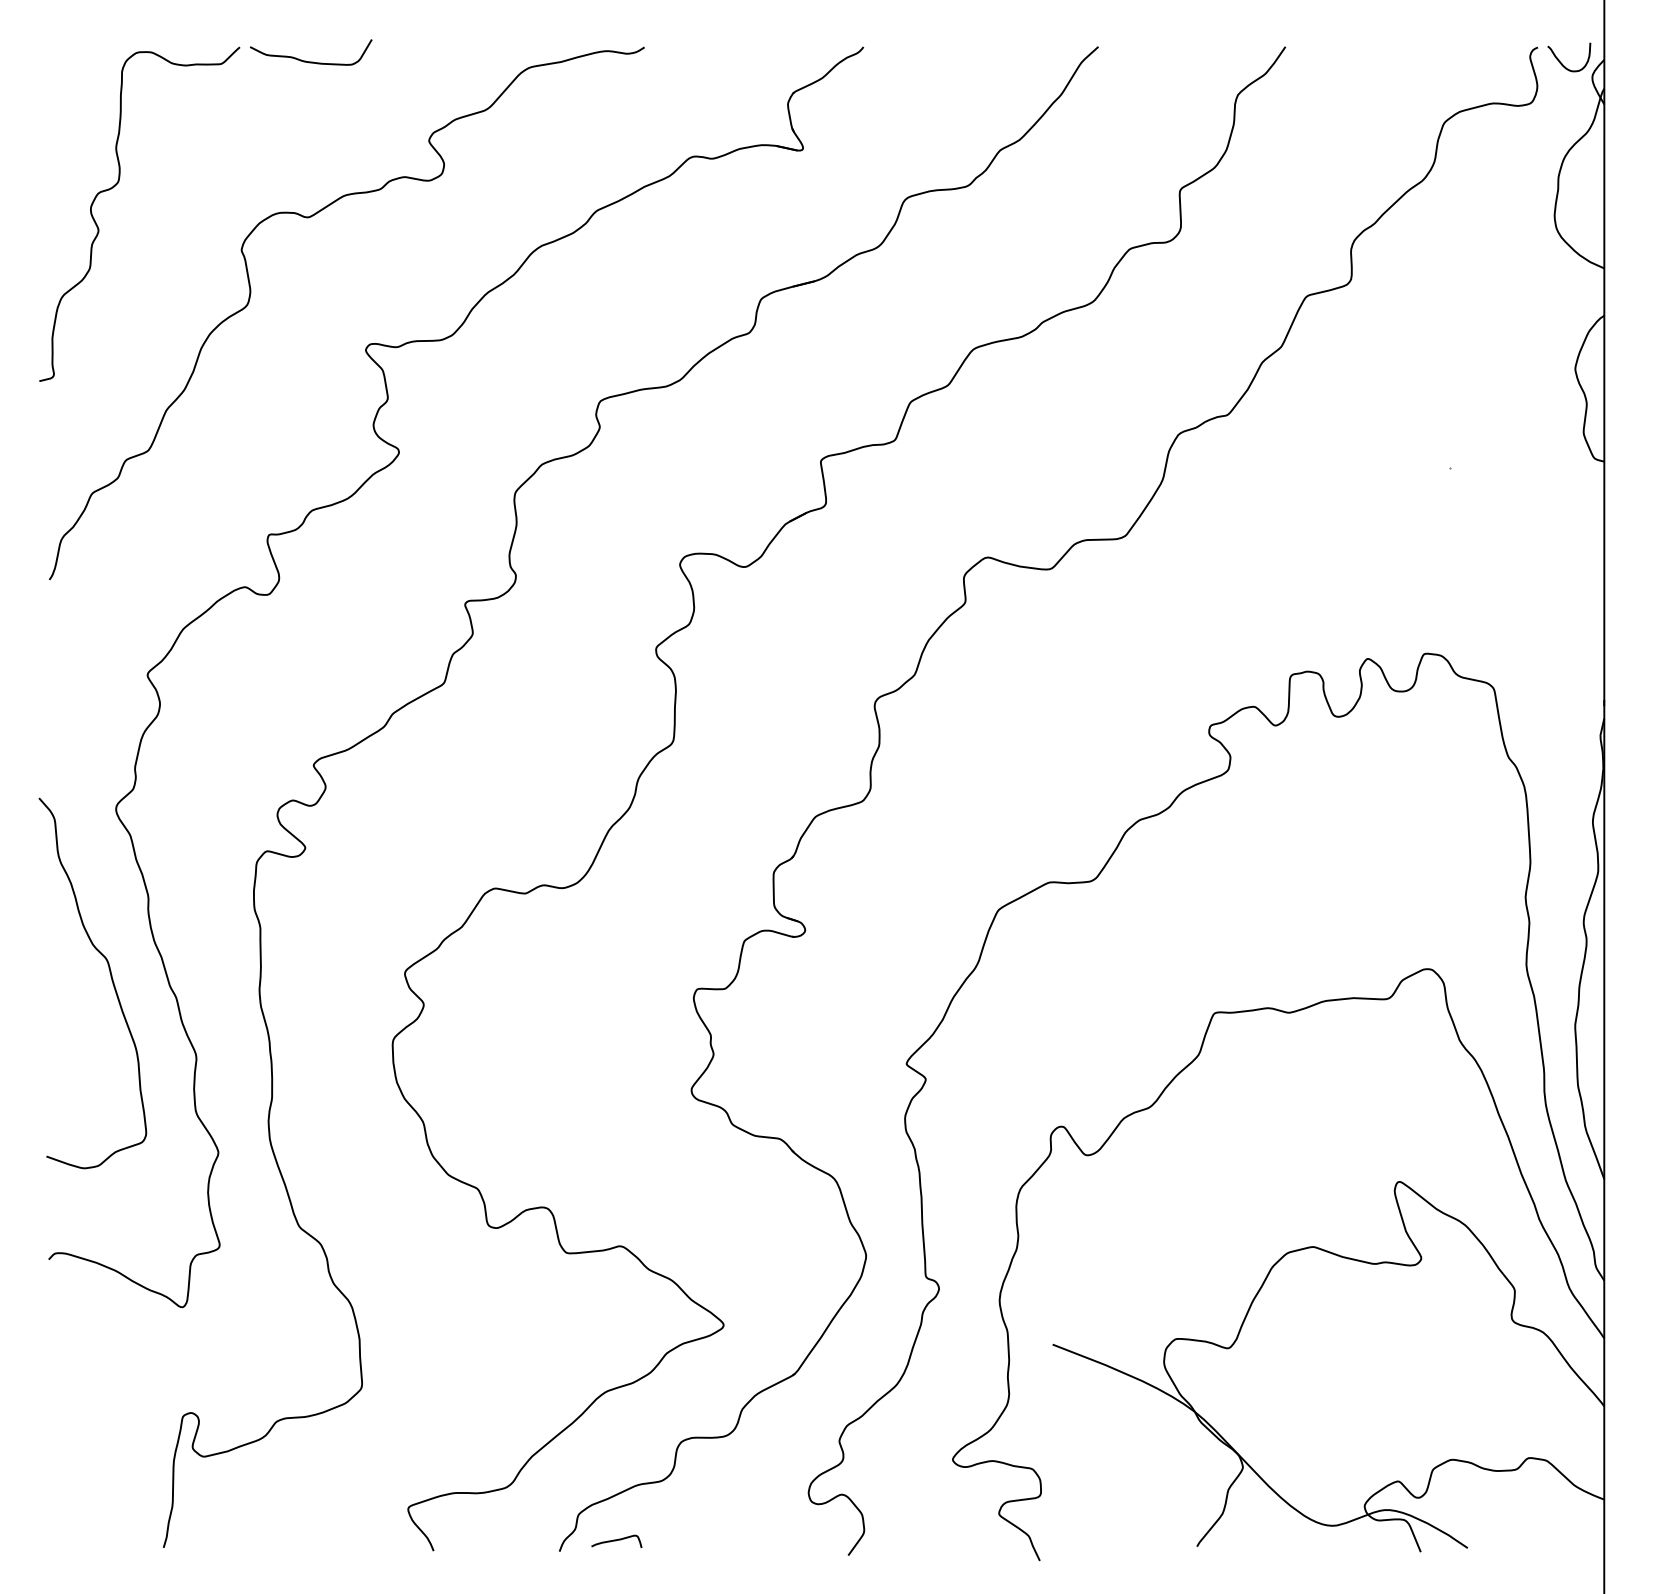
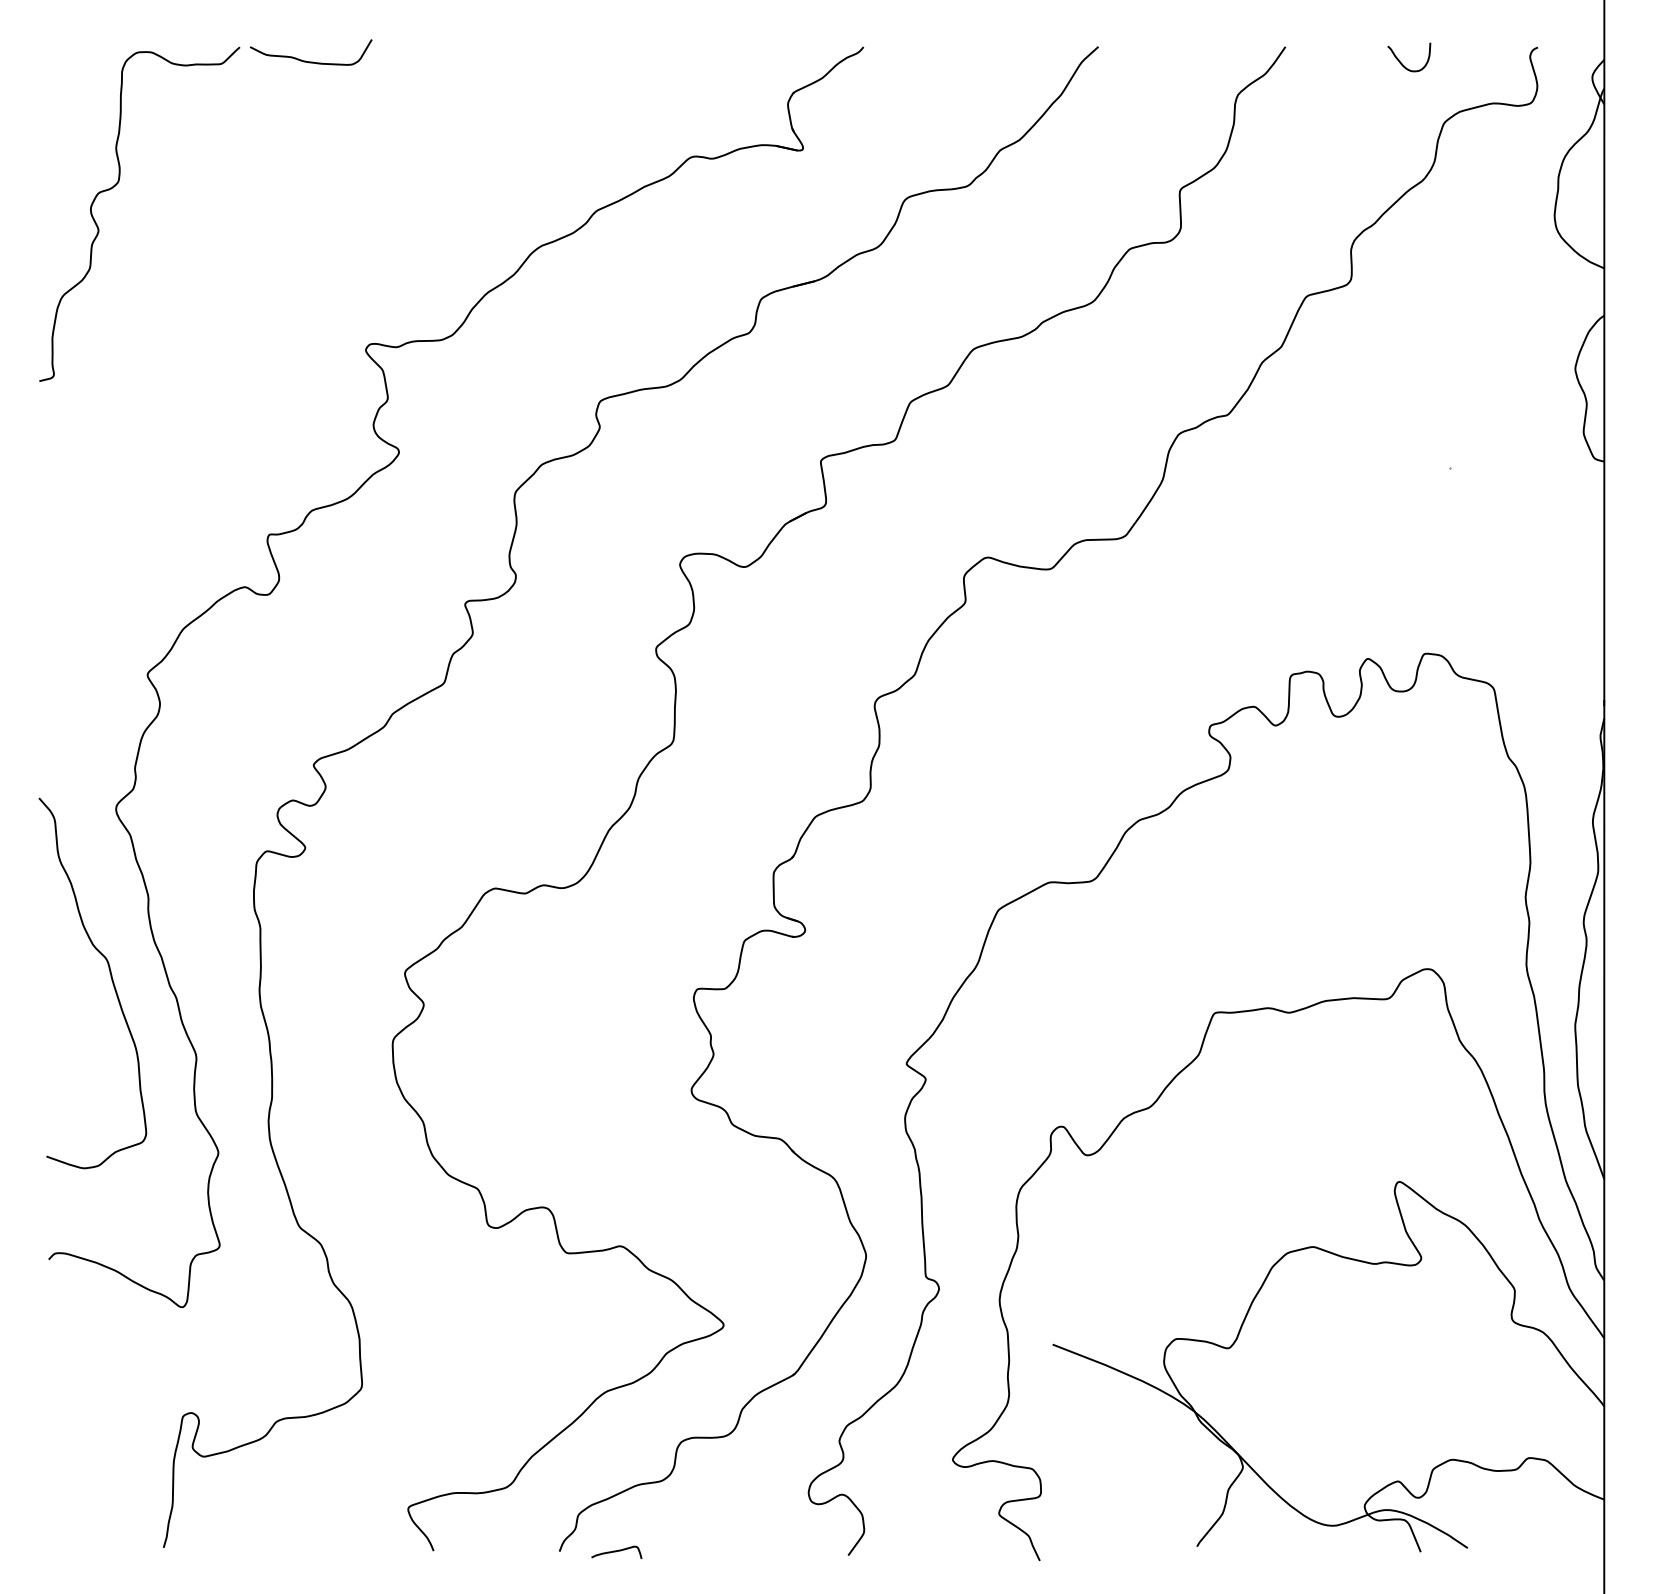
curve at (1562, 63) position: (1562, 63) -> (1402, 63)
curve at (250, 299): present -> none
curve at (616, 1540) position: (616, 1540) -> (616, 1551)
